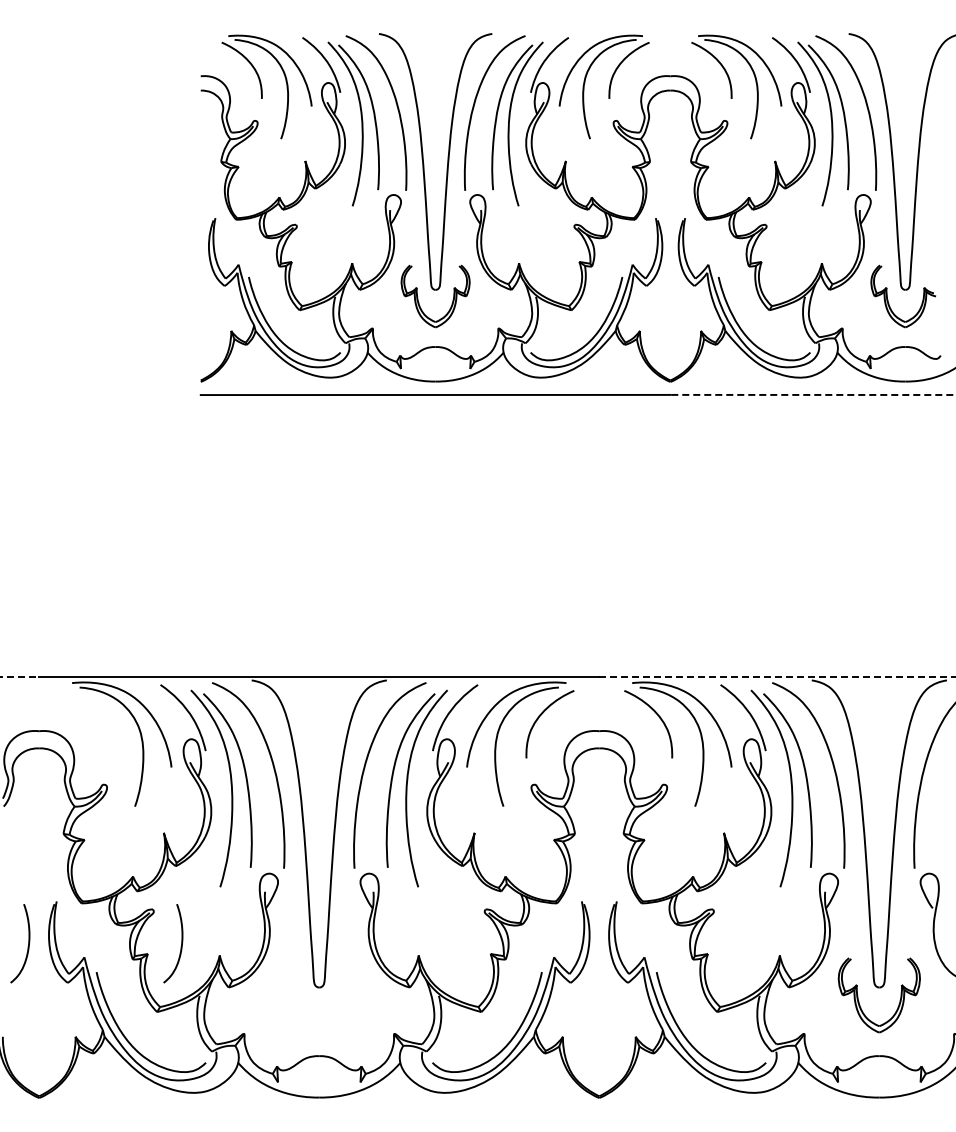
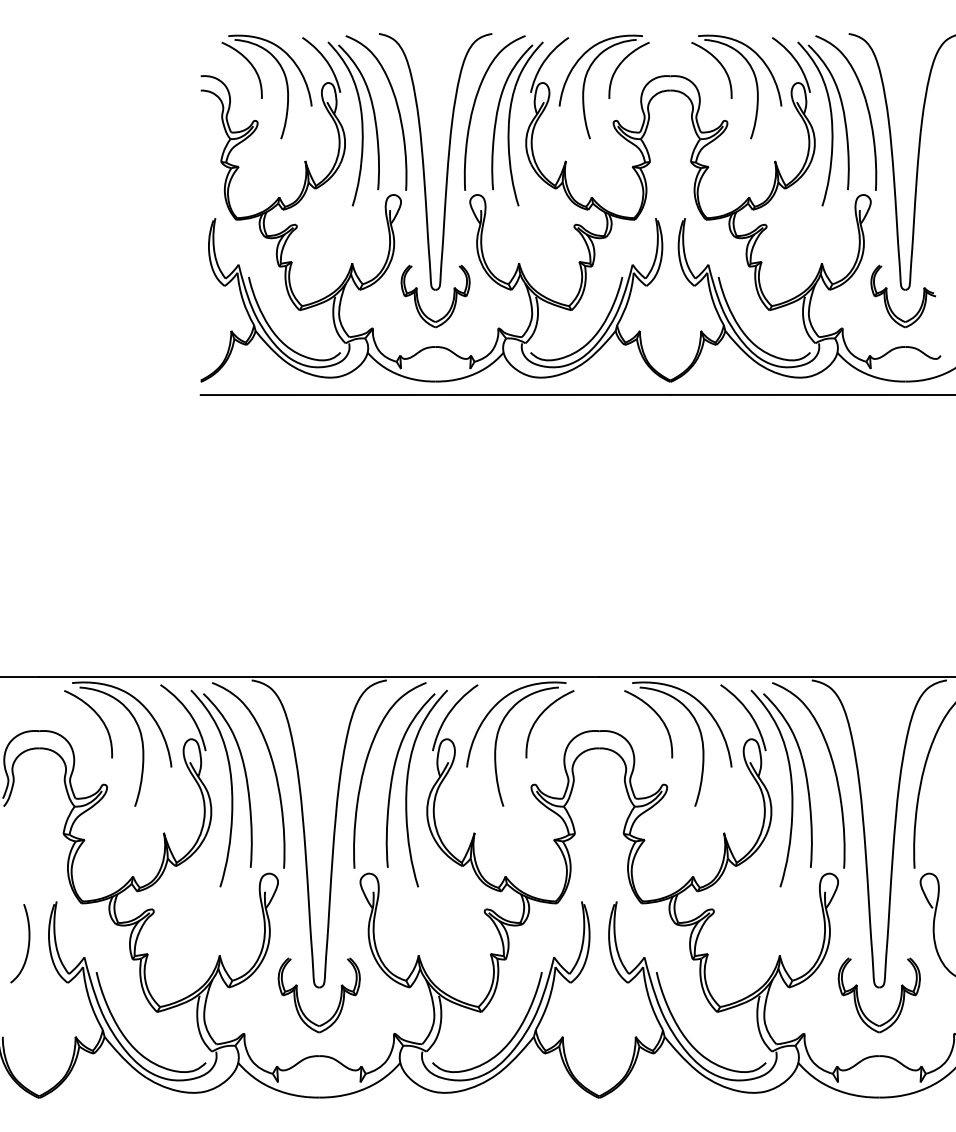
line at (812, 394): dashed -> solid
line at (20, 676): dashed -> solid
line at (778, 676): dashed -> solid
curve at (98, 717): none -> present
curve at (180, 946): present -> none
part at (299, 1001): none -> present
